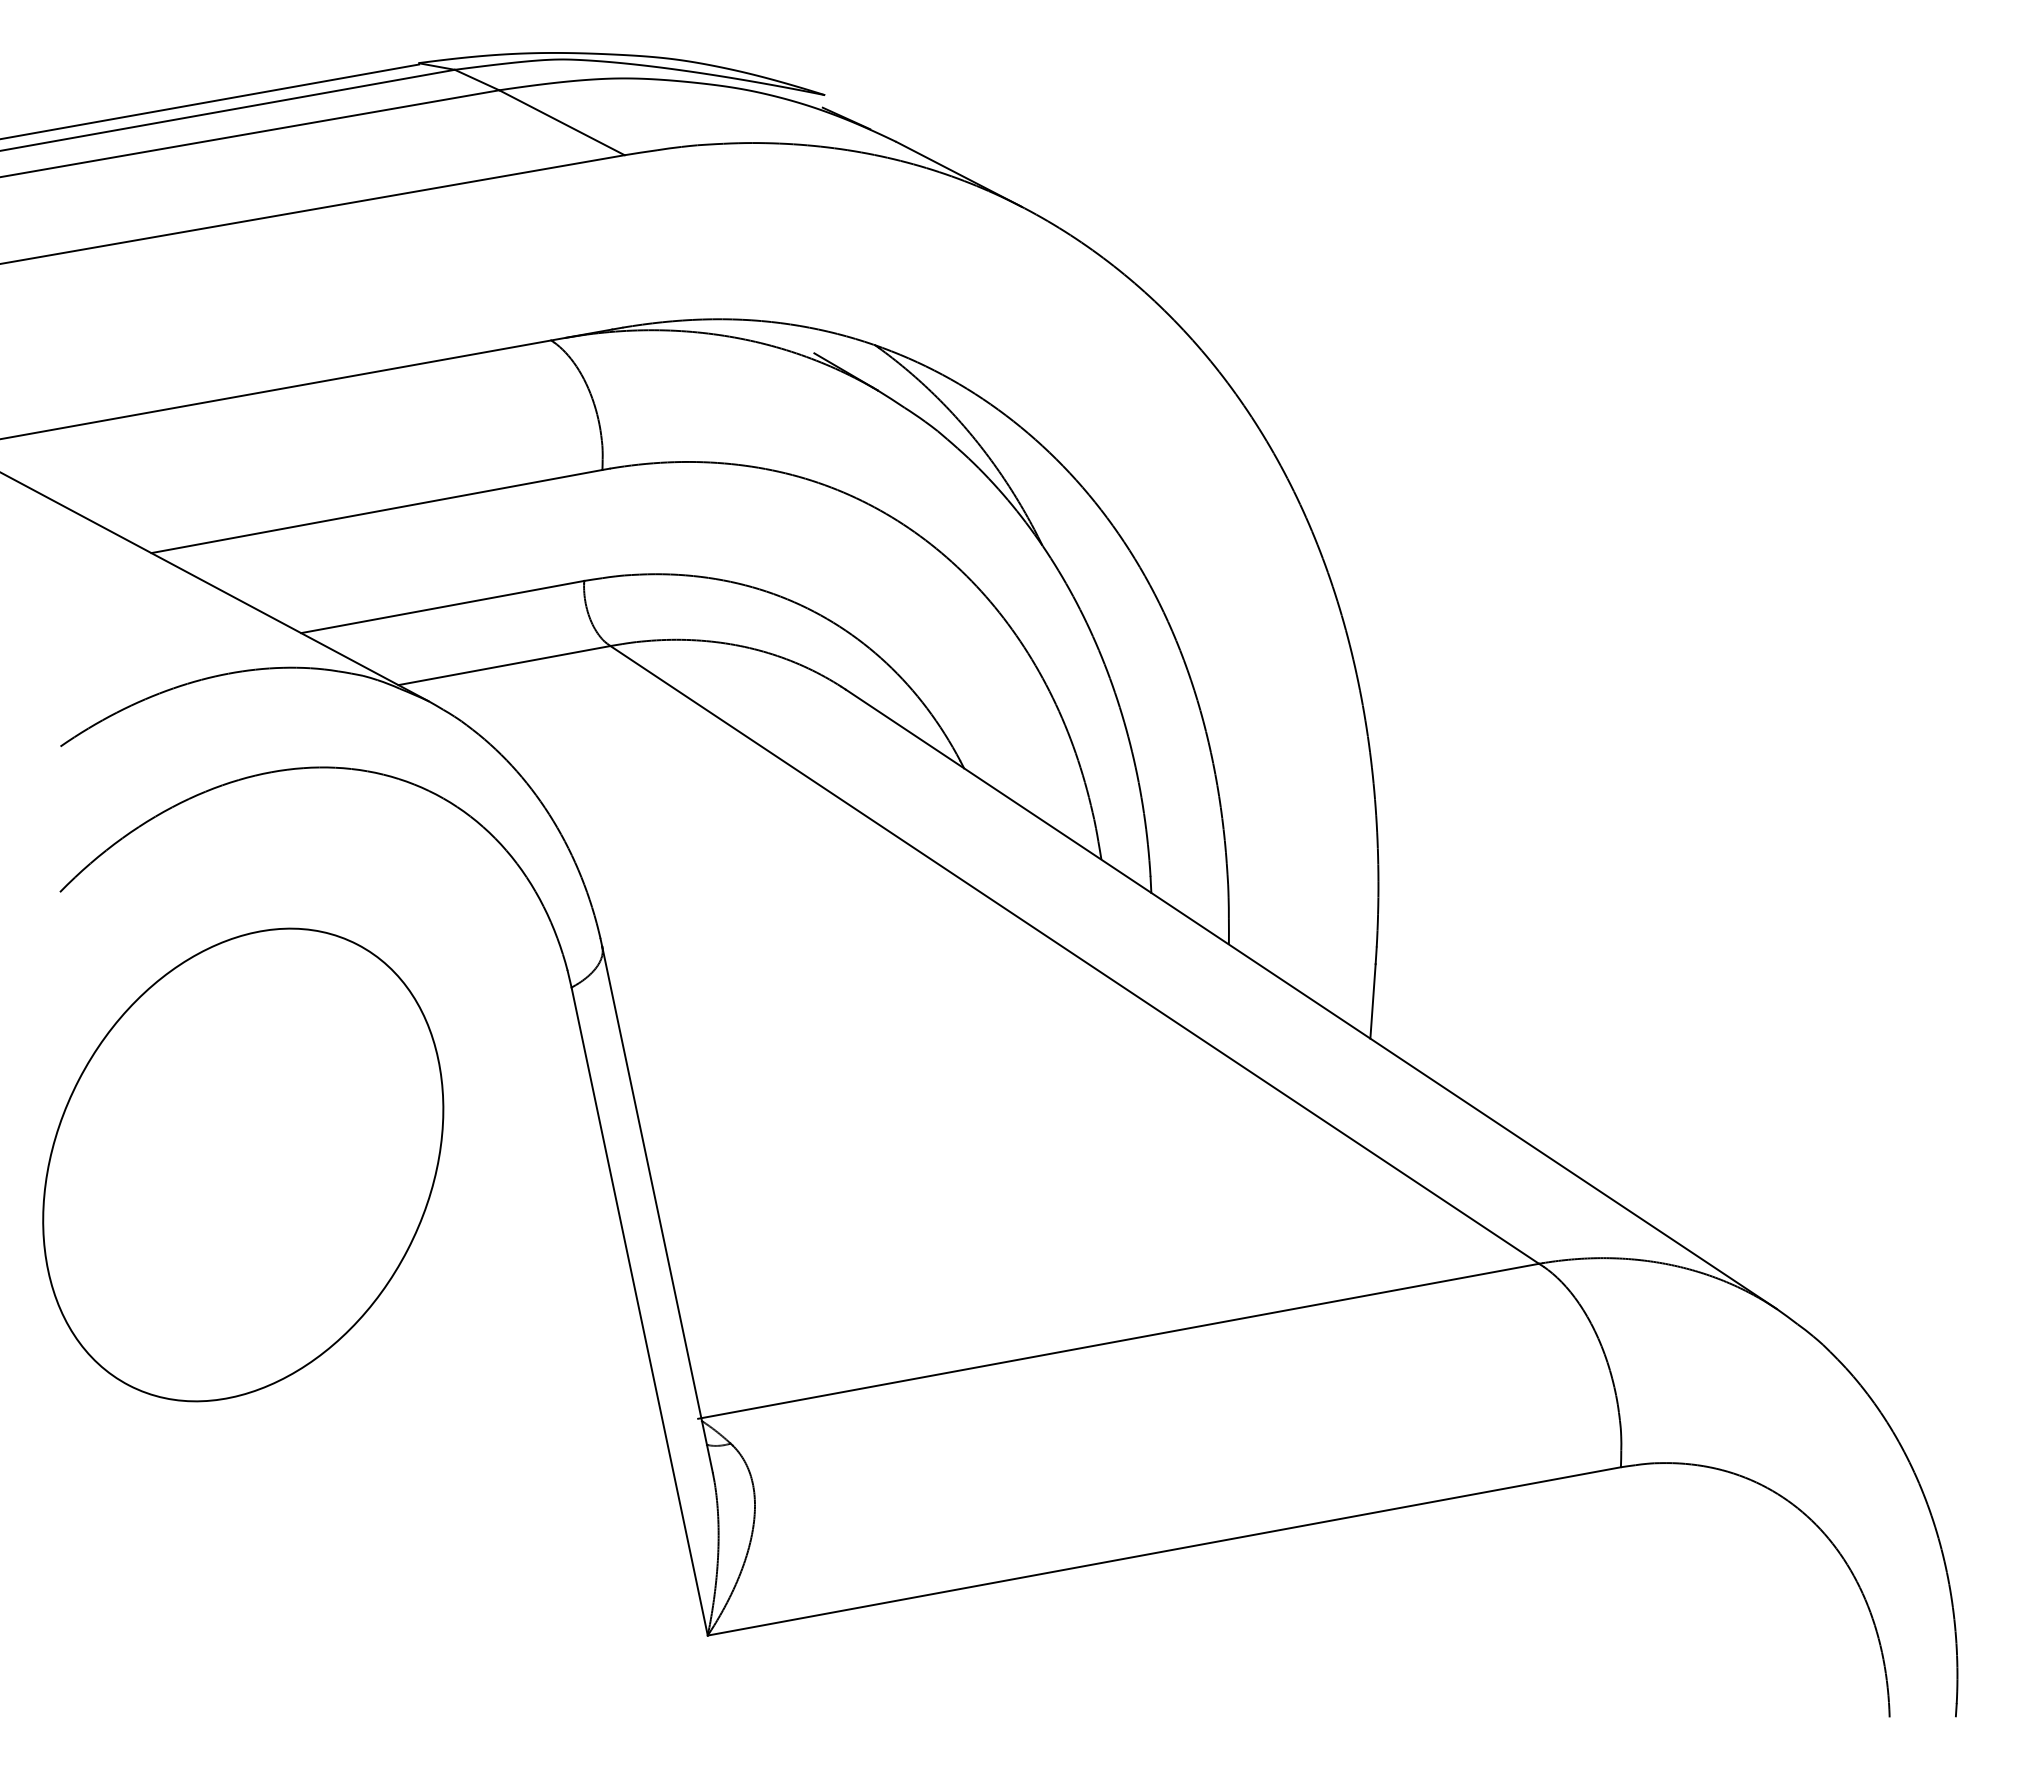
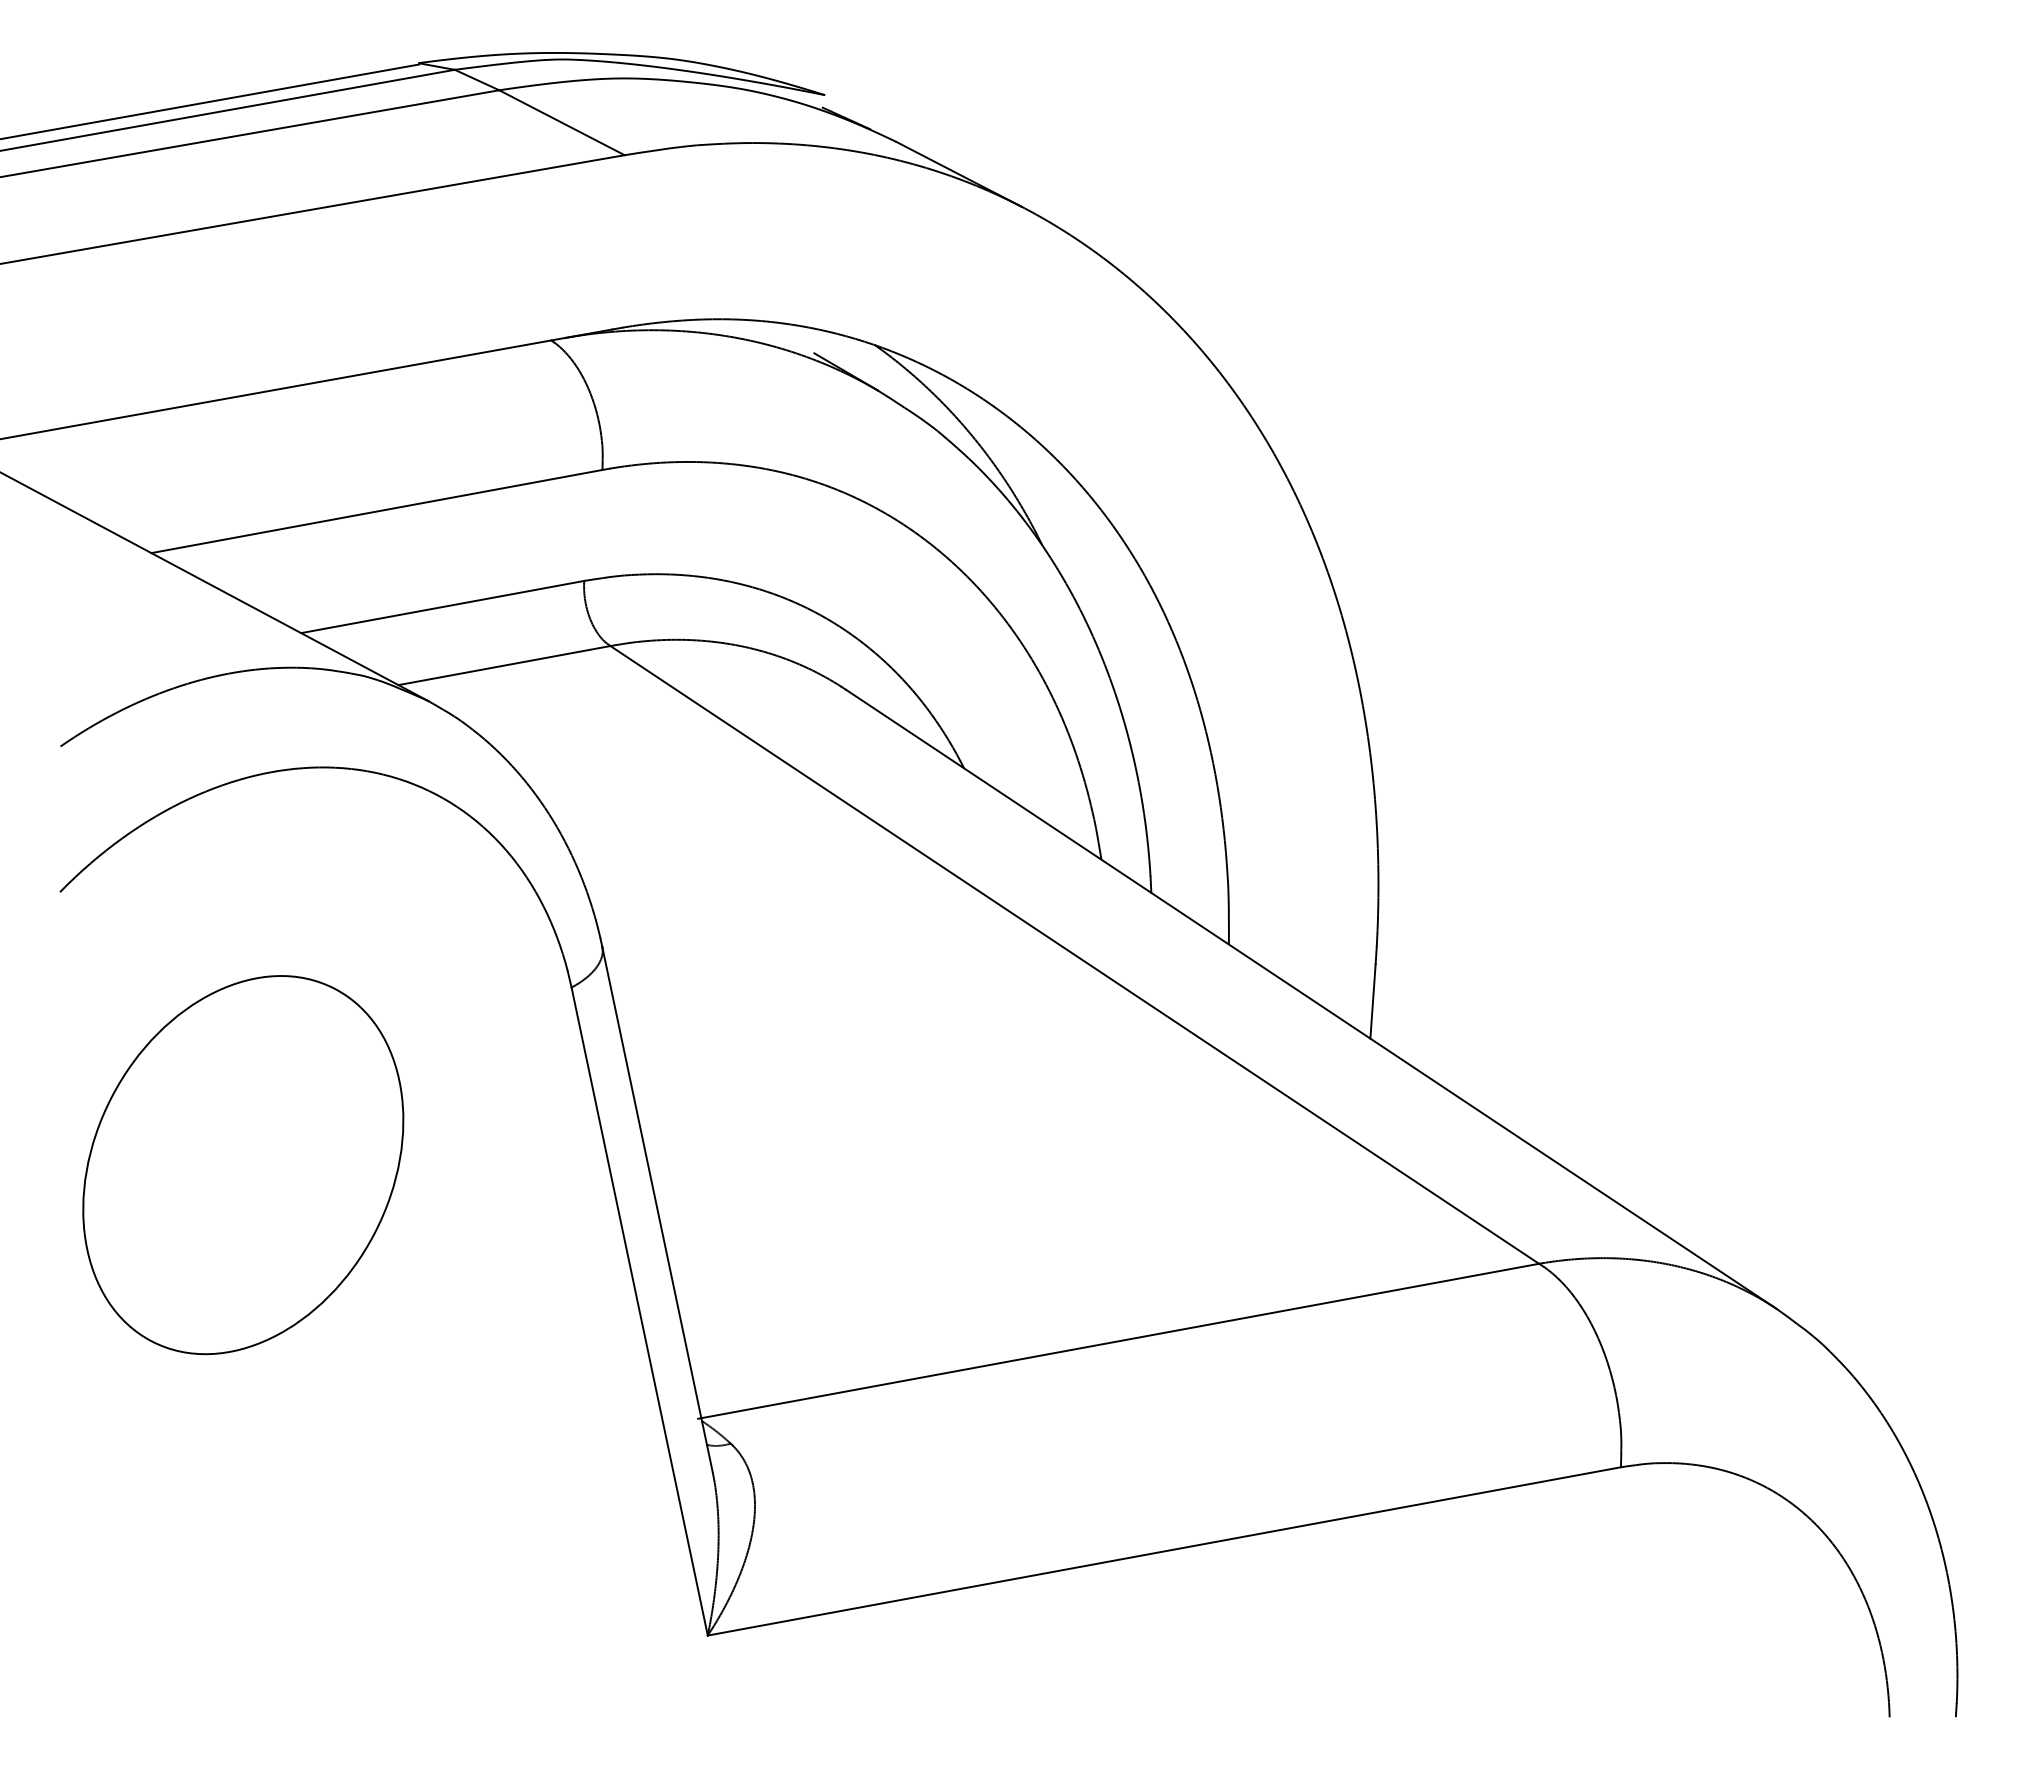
part at (243, 1164) size: 403x476 px -> 323x381 px
